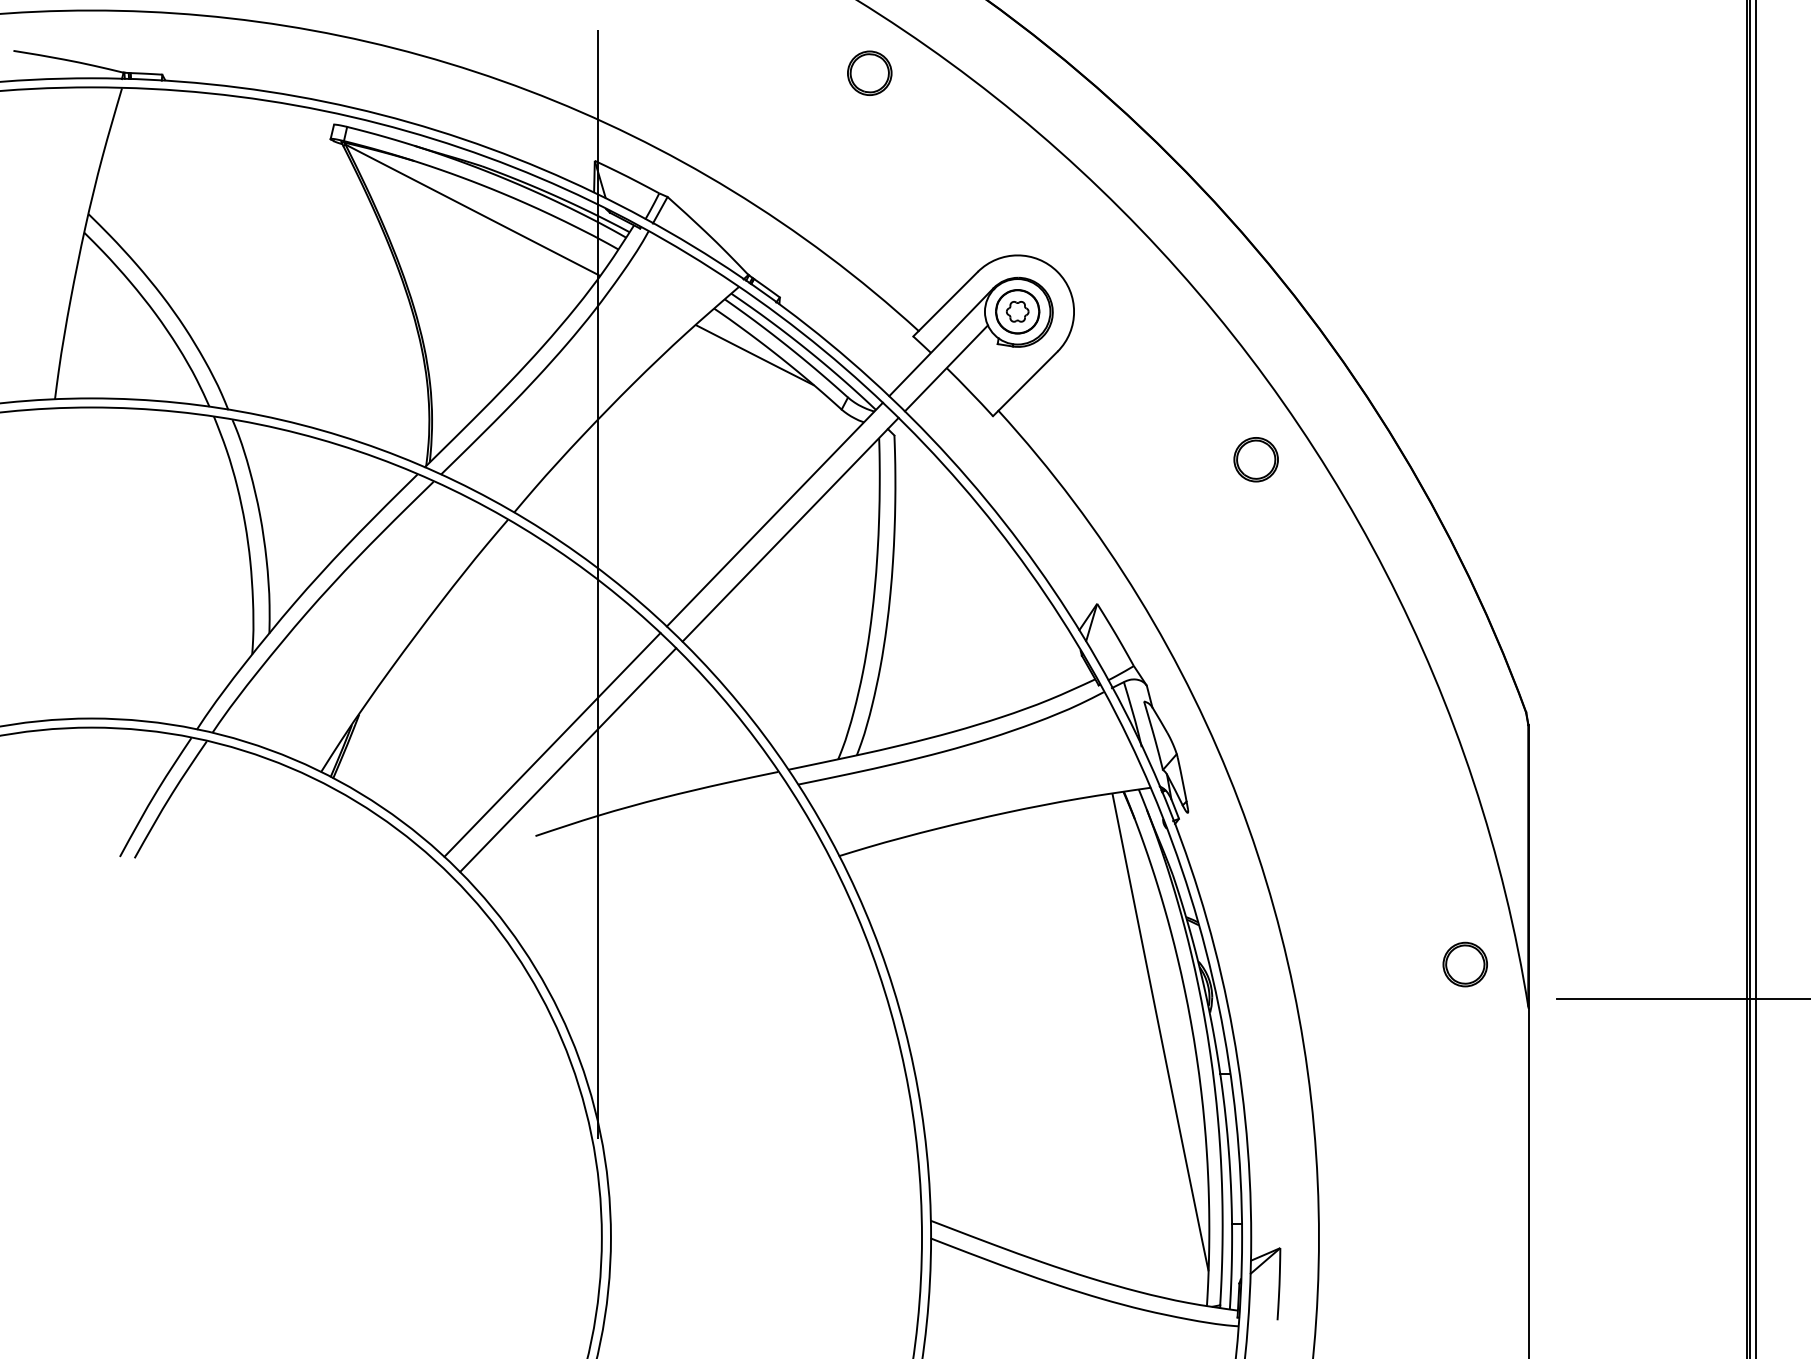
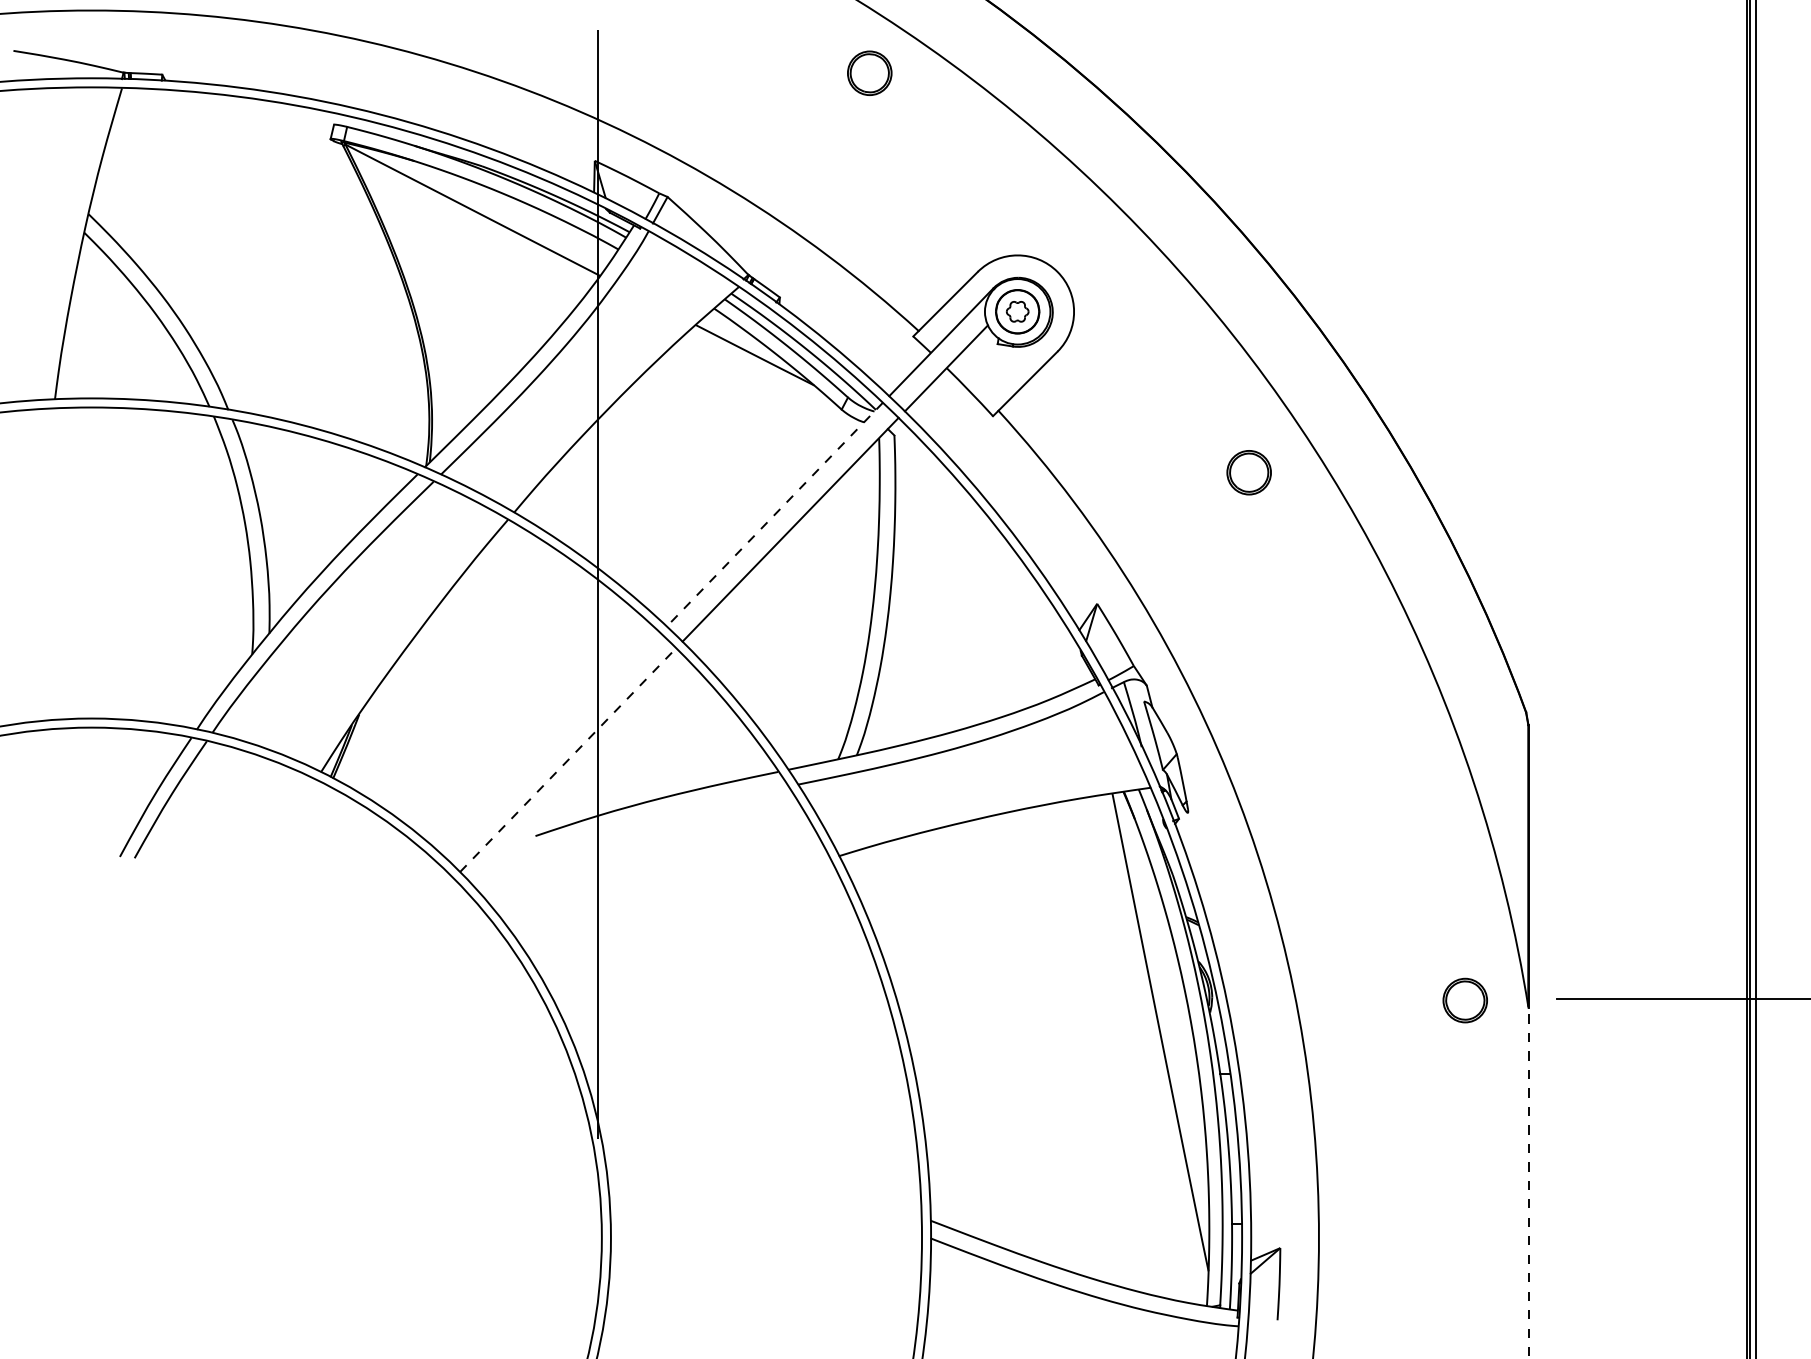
part at (1255, 459) position: (1255, 459) -> (1248, 472)
line at (774, 514): solid -> dashed
line at (552, 744): present -> none
line at (568, 760): solid -> dashed
part at (1464, 964) position: (1464, 964) -> (1464, 1000)
line at (1528, 1183): solid -> dashed
